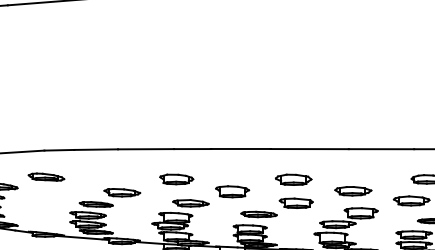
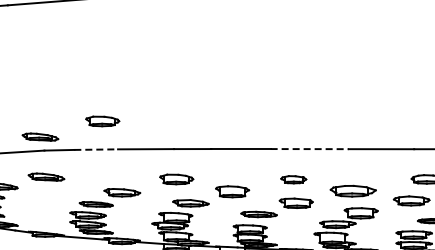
part at (102, 121): none -> present
part at (40, 136): none -> present
line at (96, 149): solid -> dashed
line at (310, 149): solid -> dashed
part at (293, 179) size: 38x13 px -> 28x10 px
part at (353, 191) size: 39x11 px -> 48x14 px
